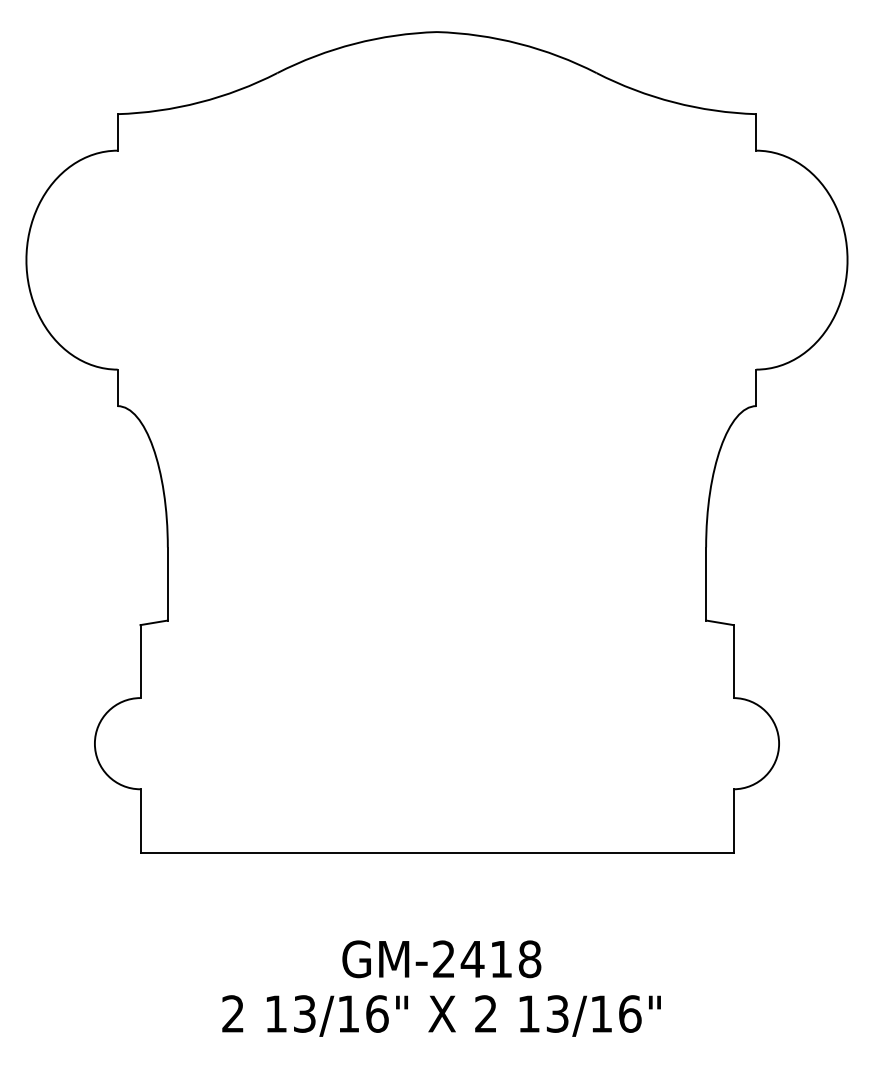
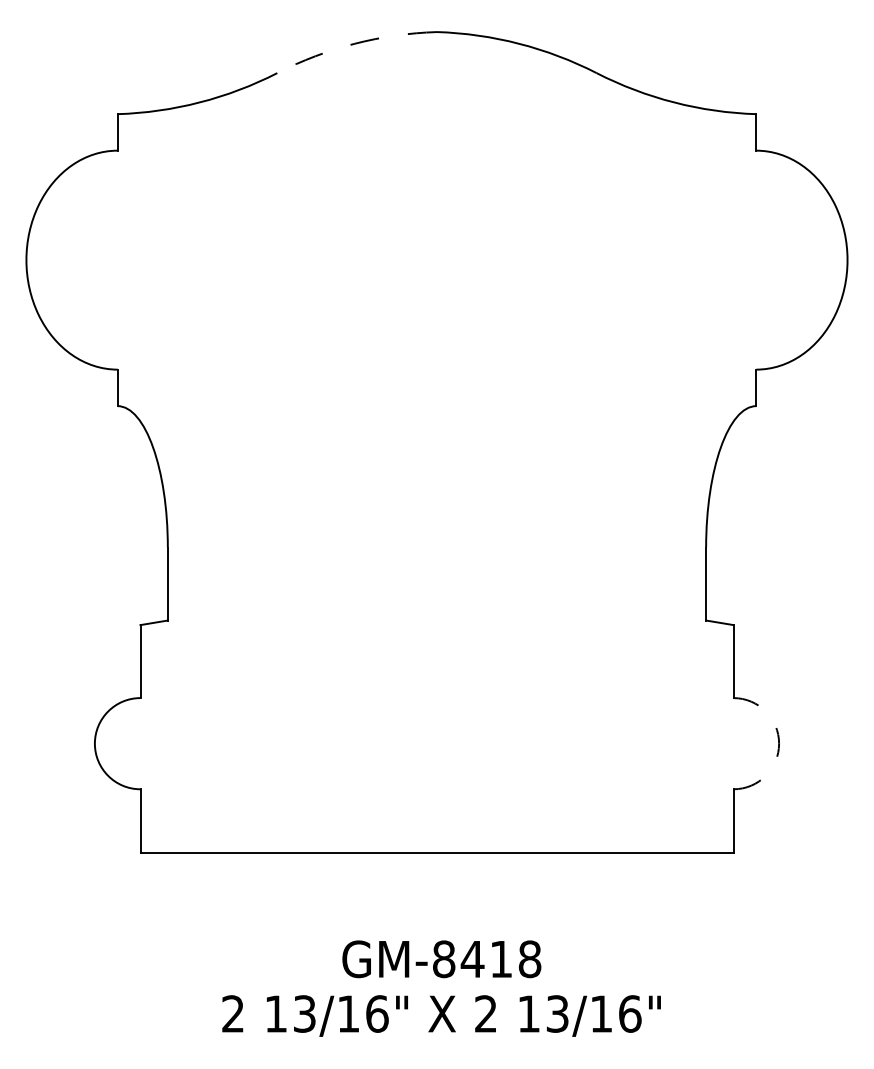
arc at (354, 43): solid -> dashed
arc at (779, 743): solid -> dashed
text at (444, 959): GM-2418 -> GM-8418
